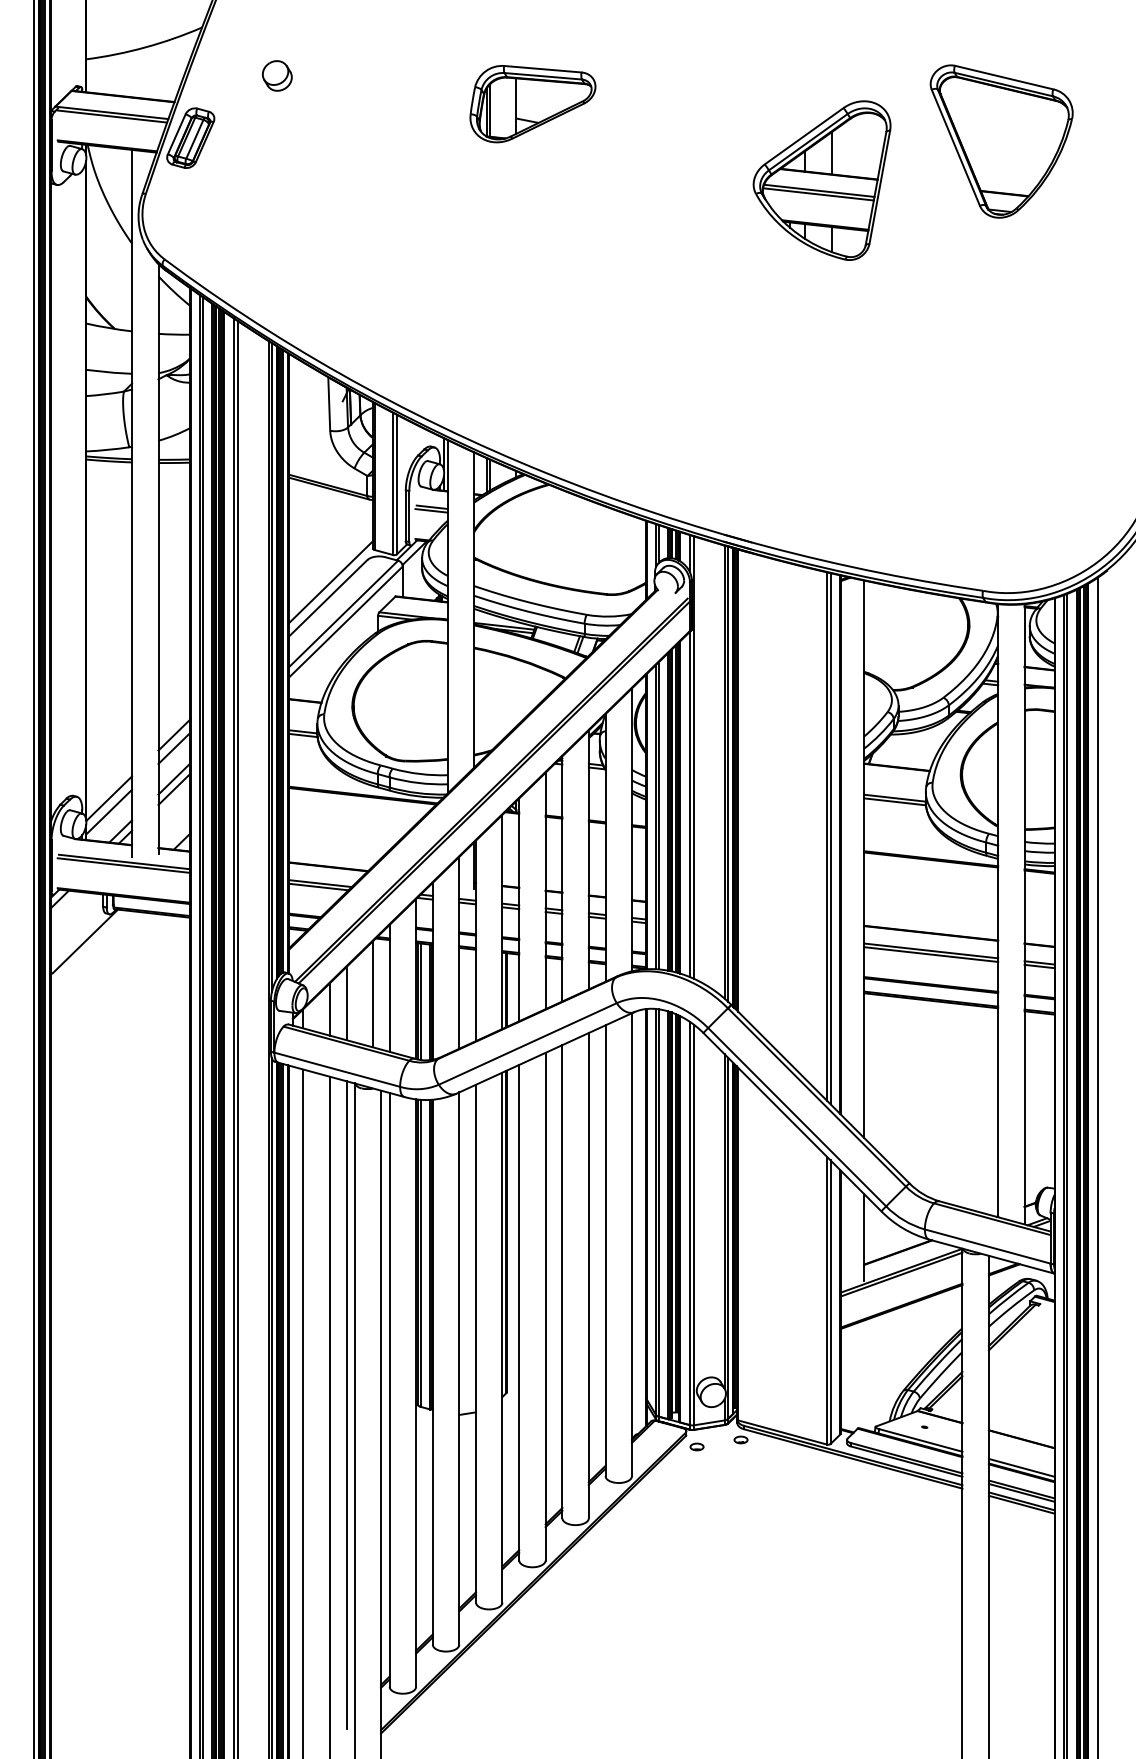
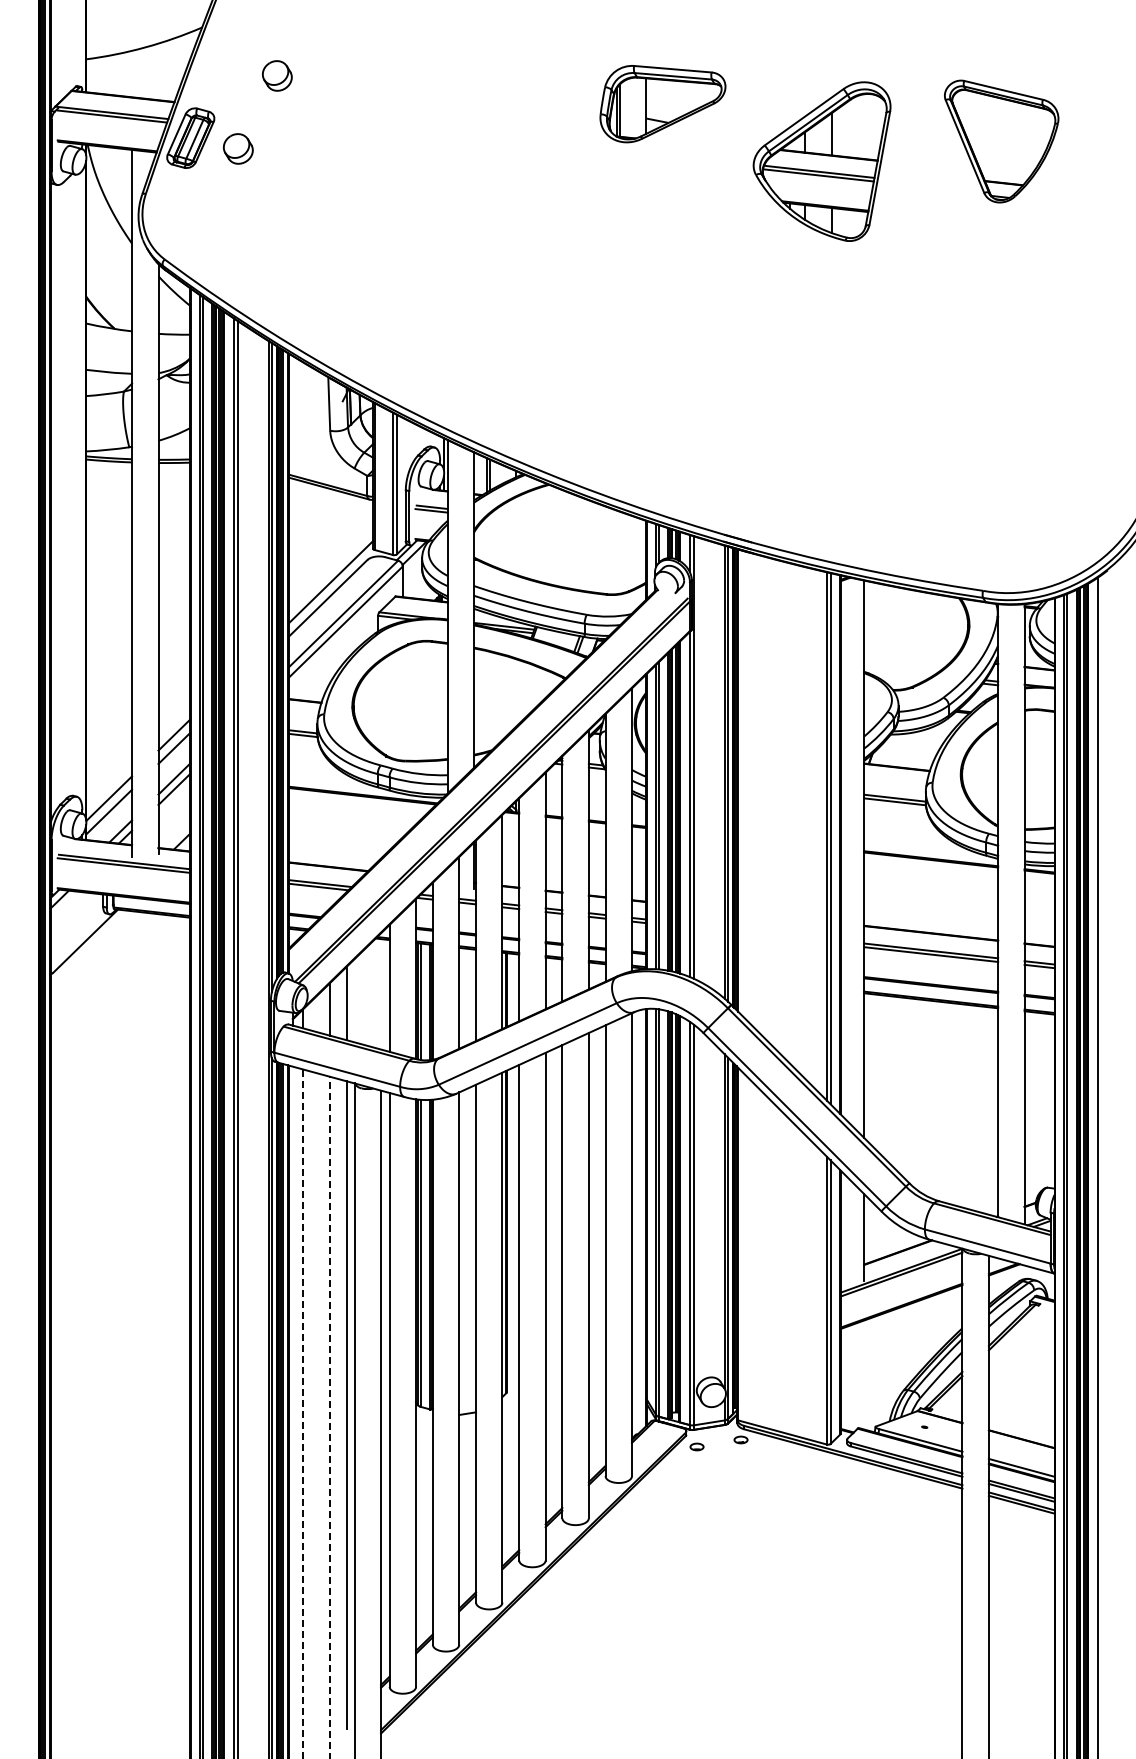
part at (532, 104) position: (532, 104) -> (662, 104)
part at (1001, 141) size: 145x155 px -> 116x125 px
part at (238, 148): none -> present
part at (821, 180) position: (821, 180) -> (821, 161)
line at (33, 878): present -> none
line at (372, 994): present -> none
line at (303, 1414): solid -> dashed
line at (329, 1417): solid -> dashed
